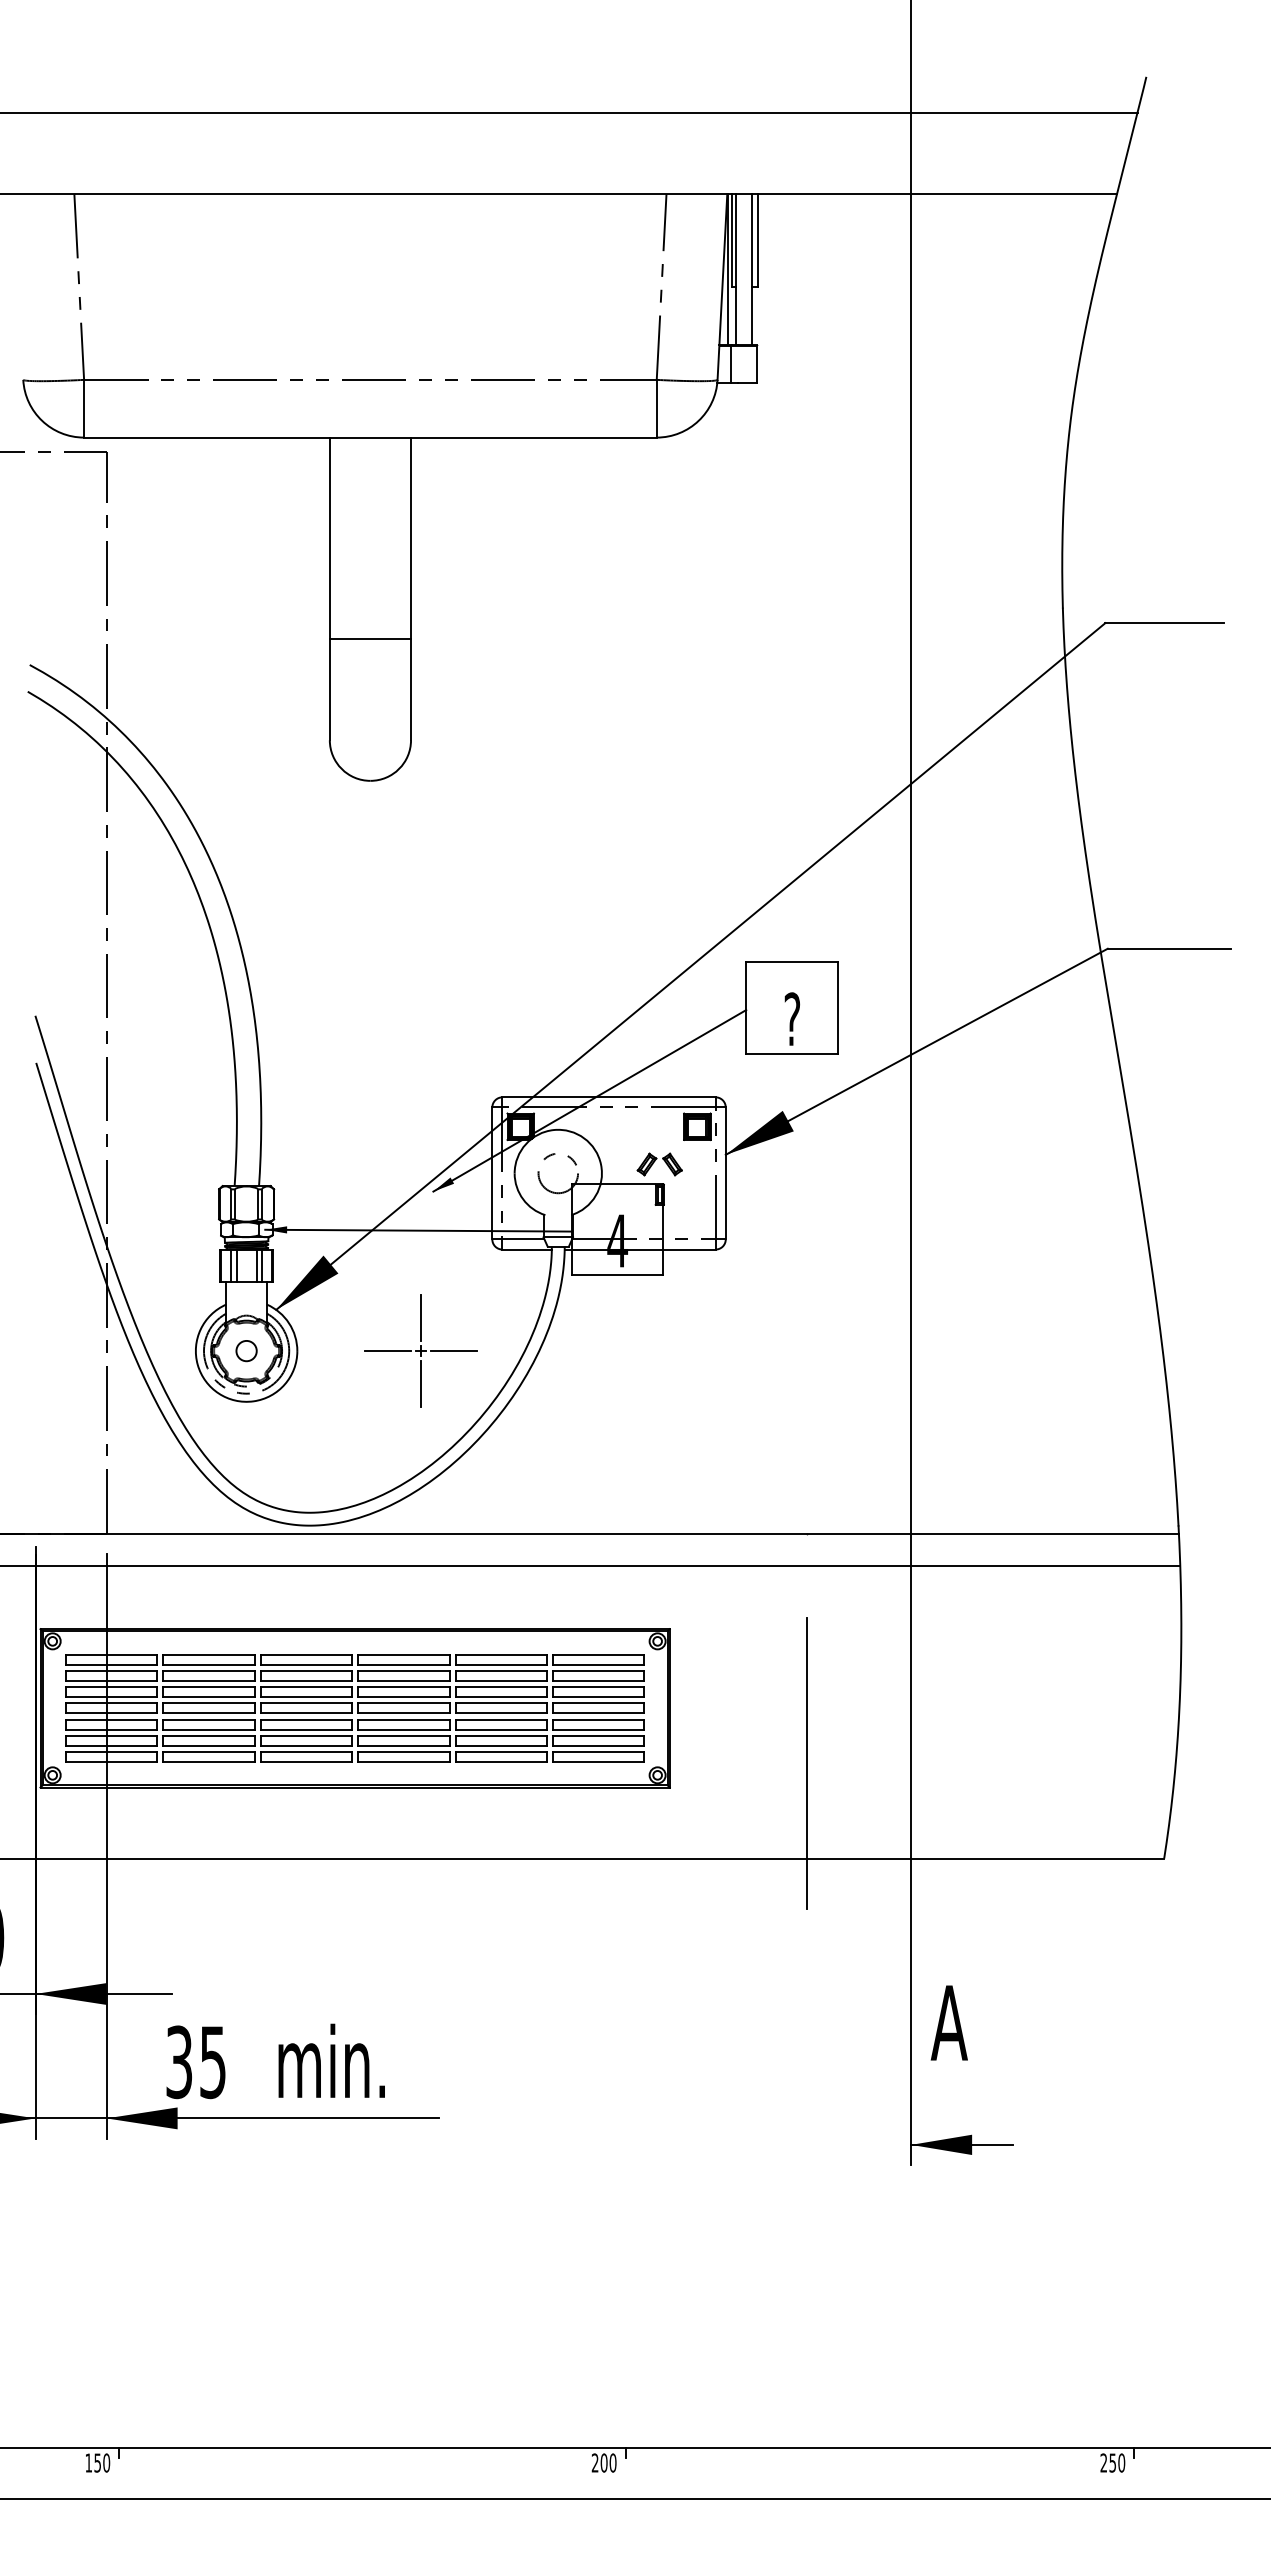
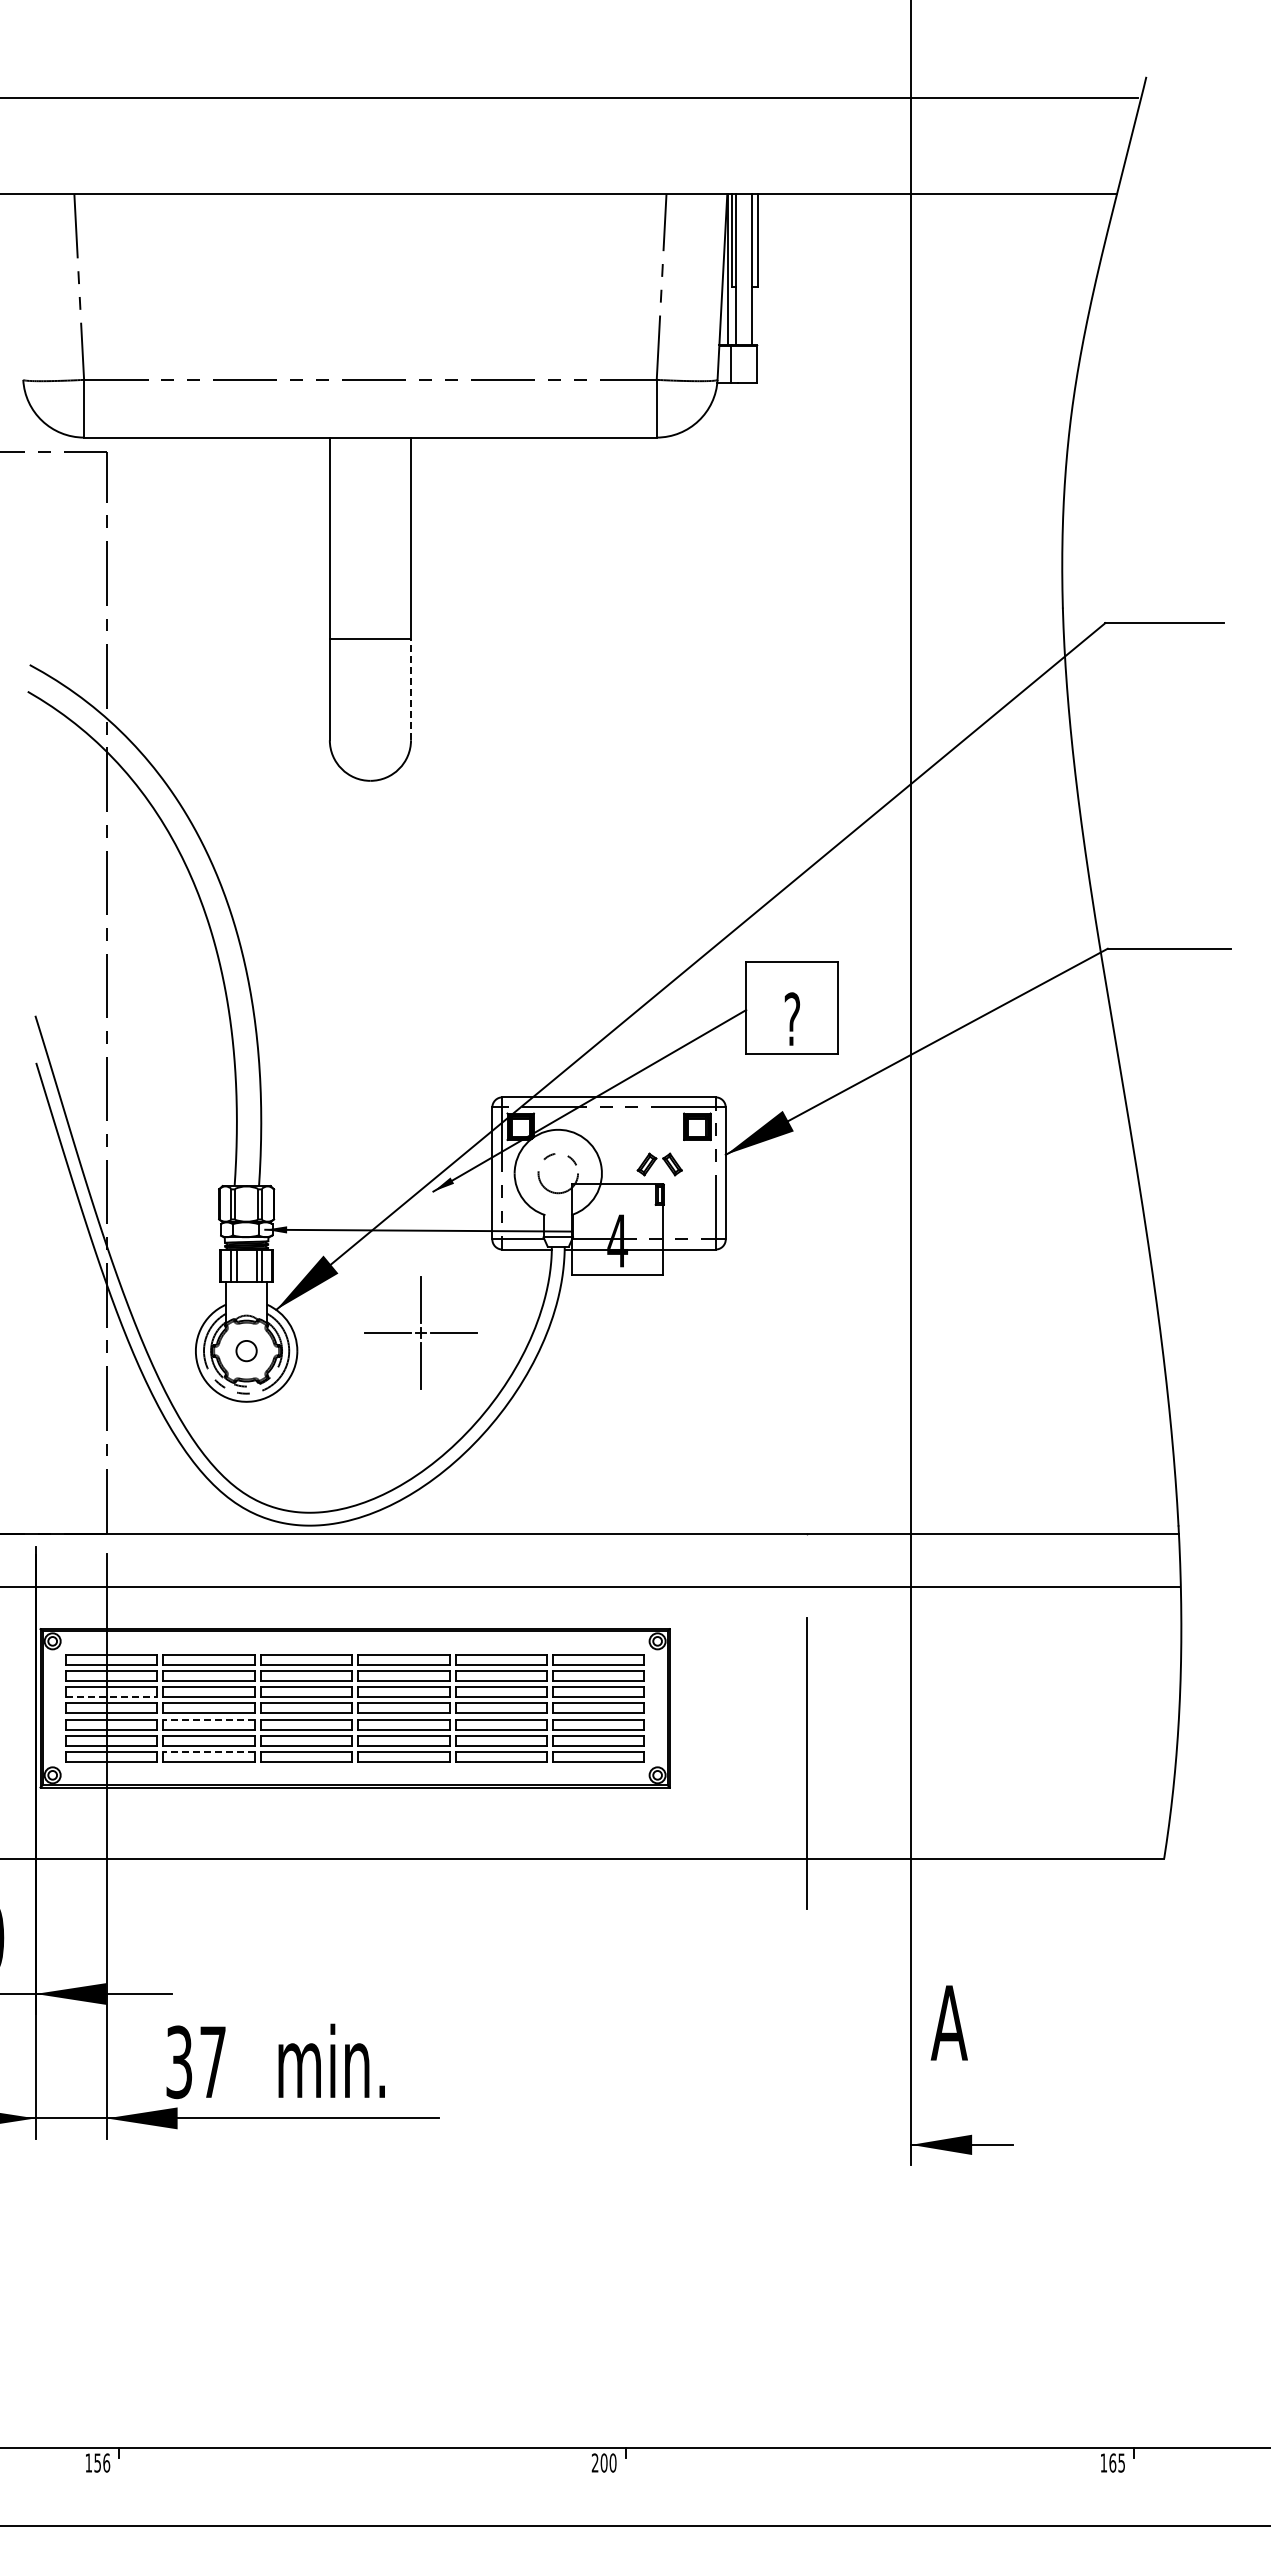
line at (569, 112) position: (569, 112) -> (569, 97)
line at (411, 689): solid -> dashed
part at (420, 1350) position: (420, 1350) -> (420, 1332)
line at (591, 1566) position: (591, 1566) -> (591, 1587)
line at (111, 1697): solid -> dashed
line at (209, 1719): solid -> dashed
line at (209, 1752): solid -> dashed
text at (212, 2062): 35 -> 37
text at (106, 2462): 150 -> 156
text at (1112, 2462): 250 -> 165
line at (634, 2498) position: (634, 2498) -> (634, 2525)
